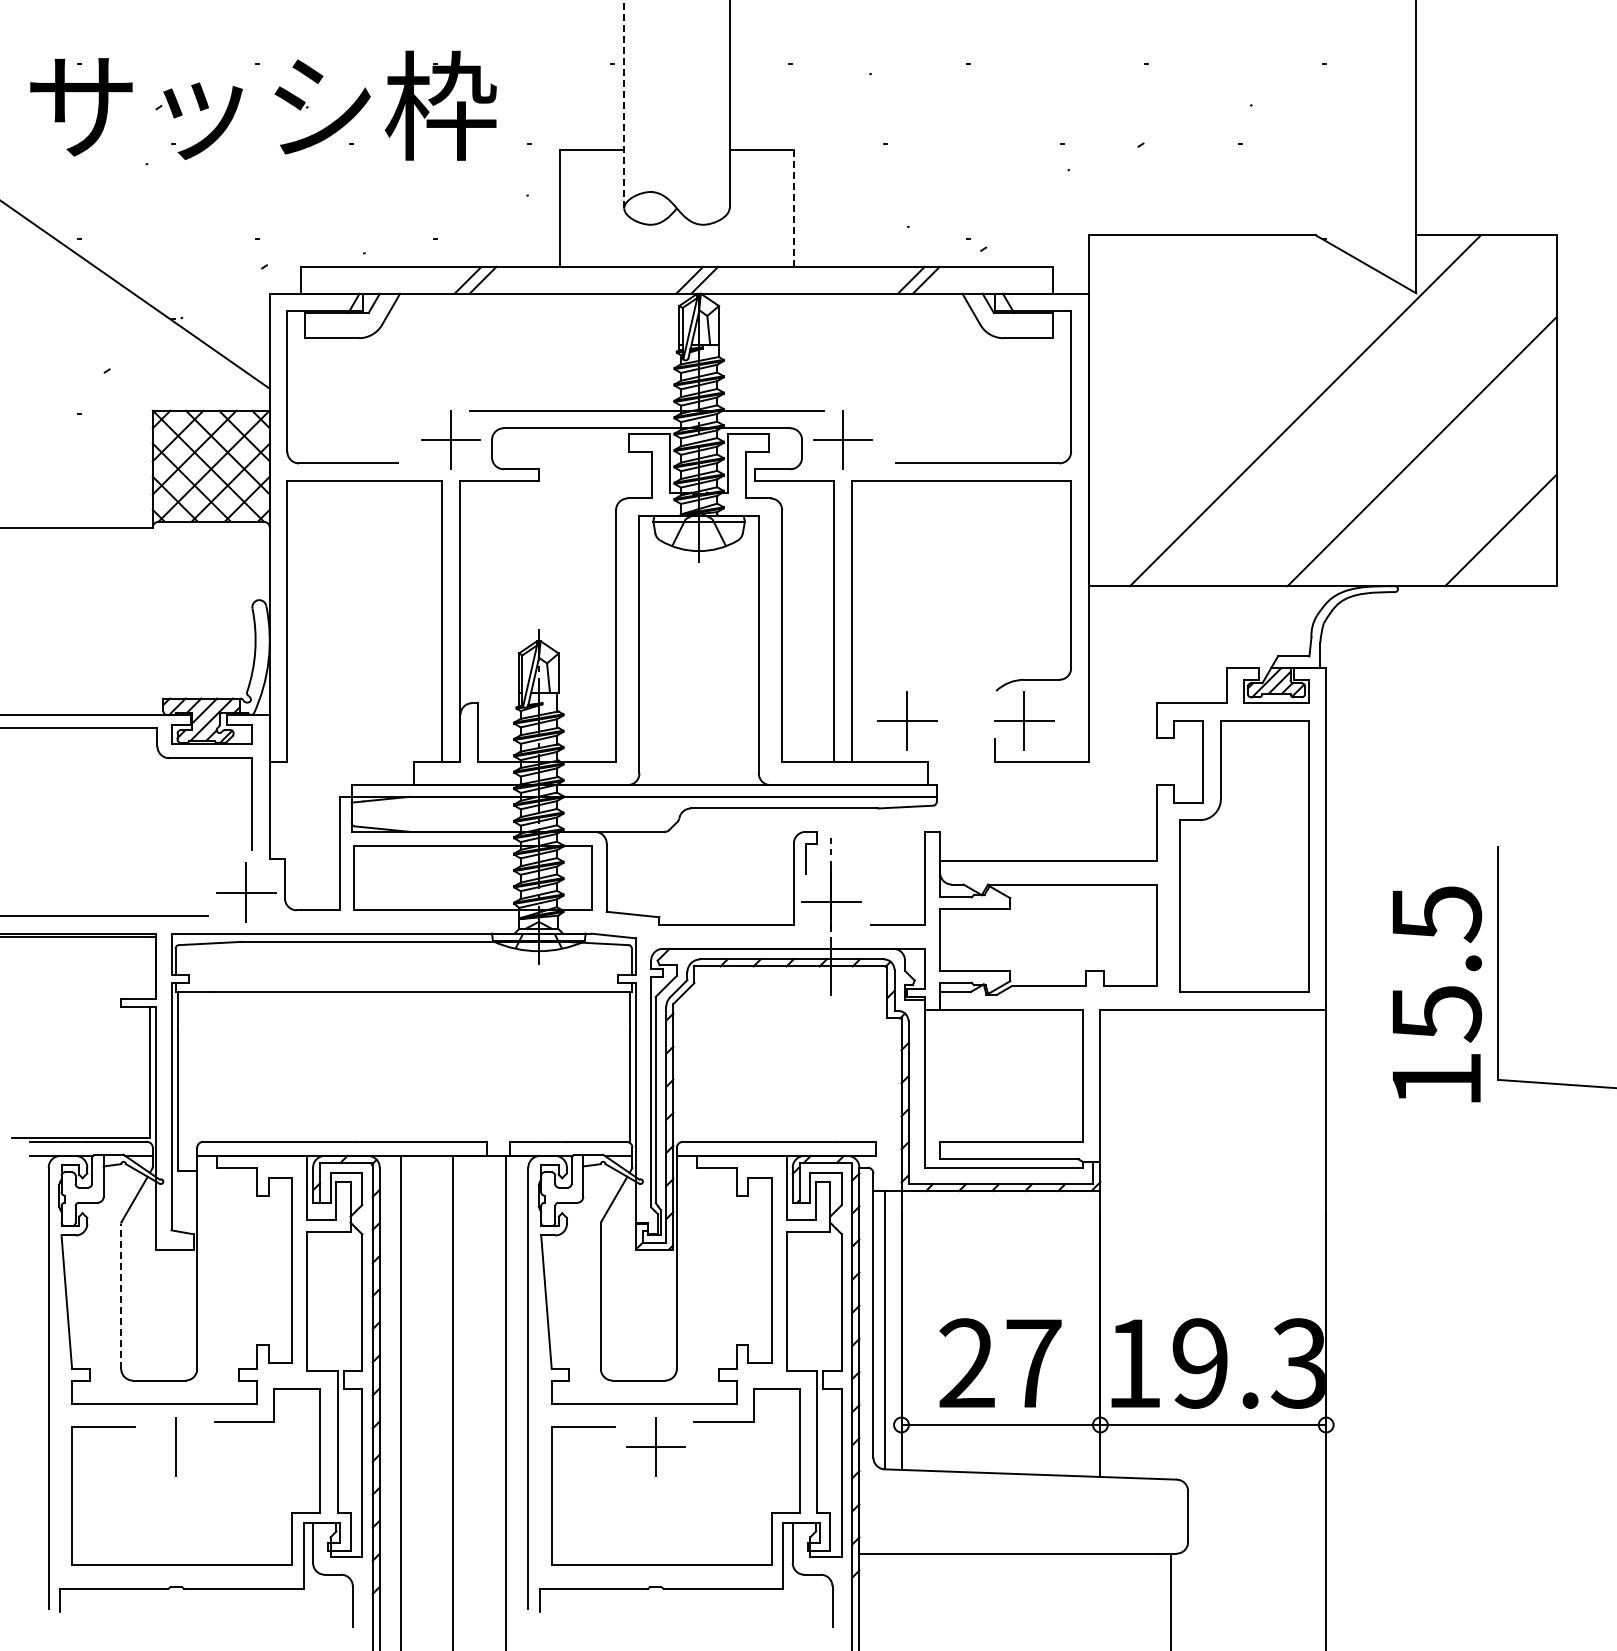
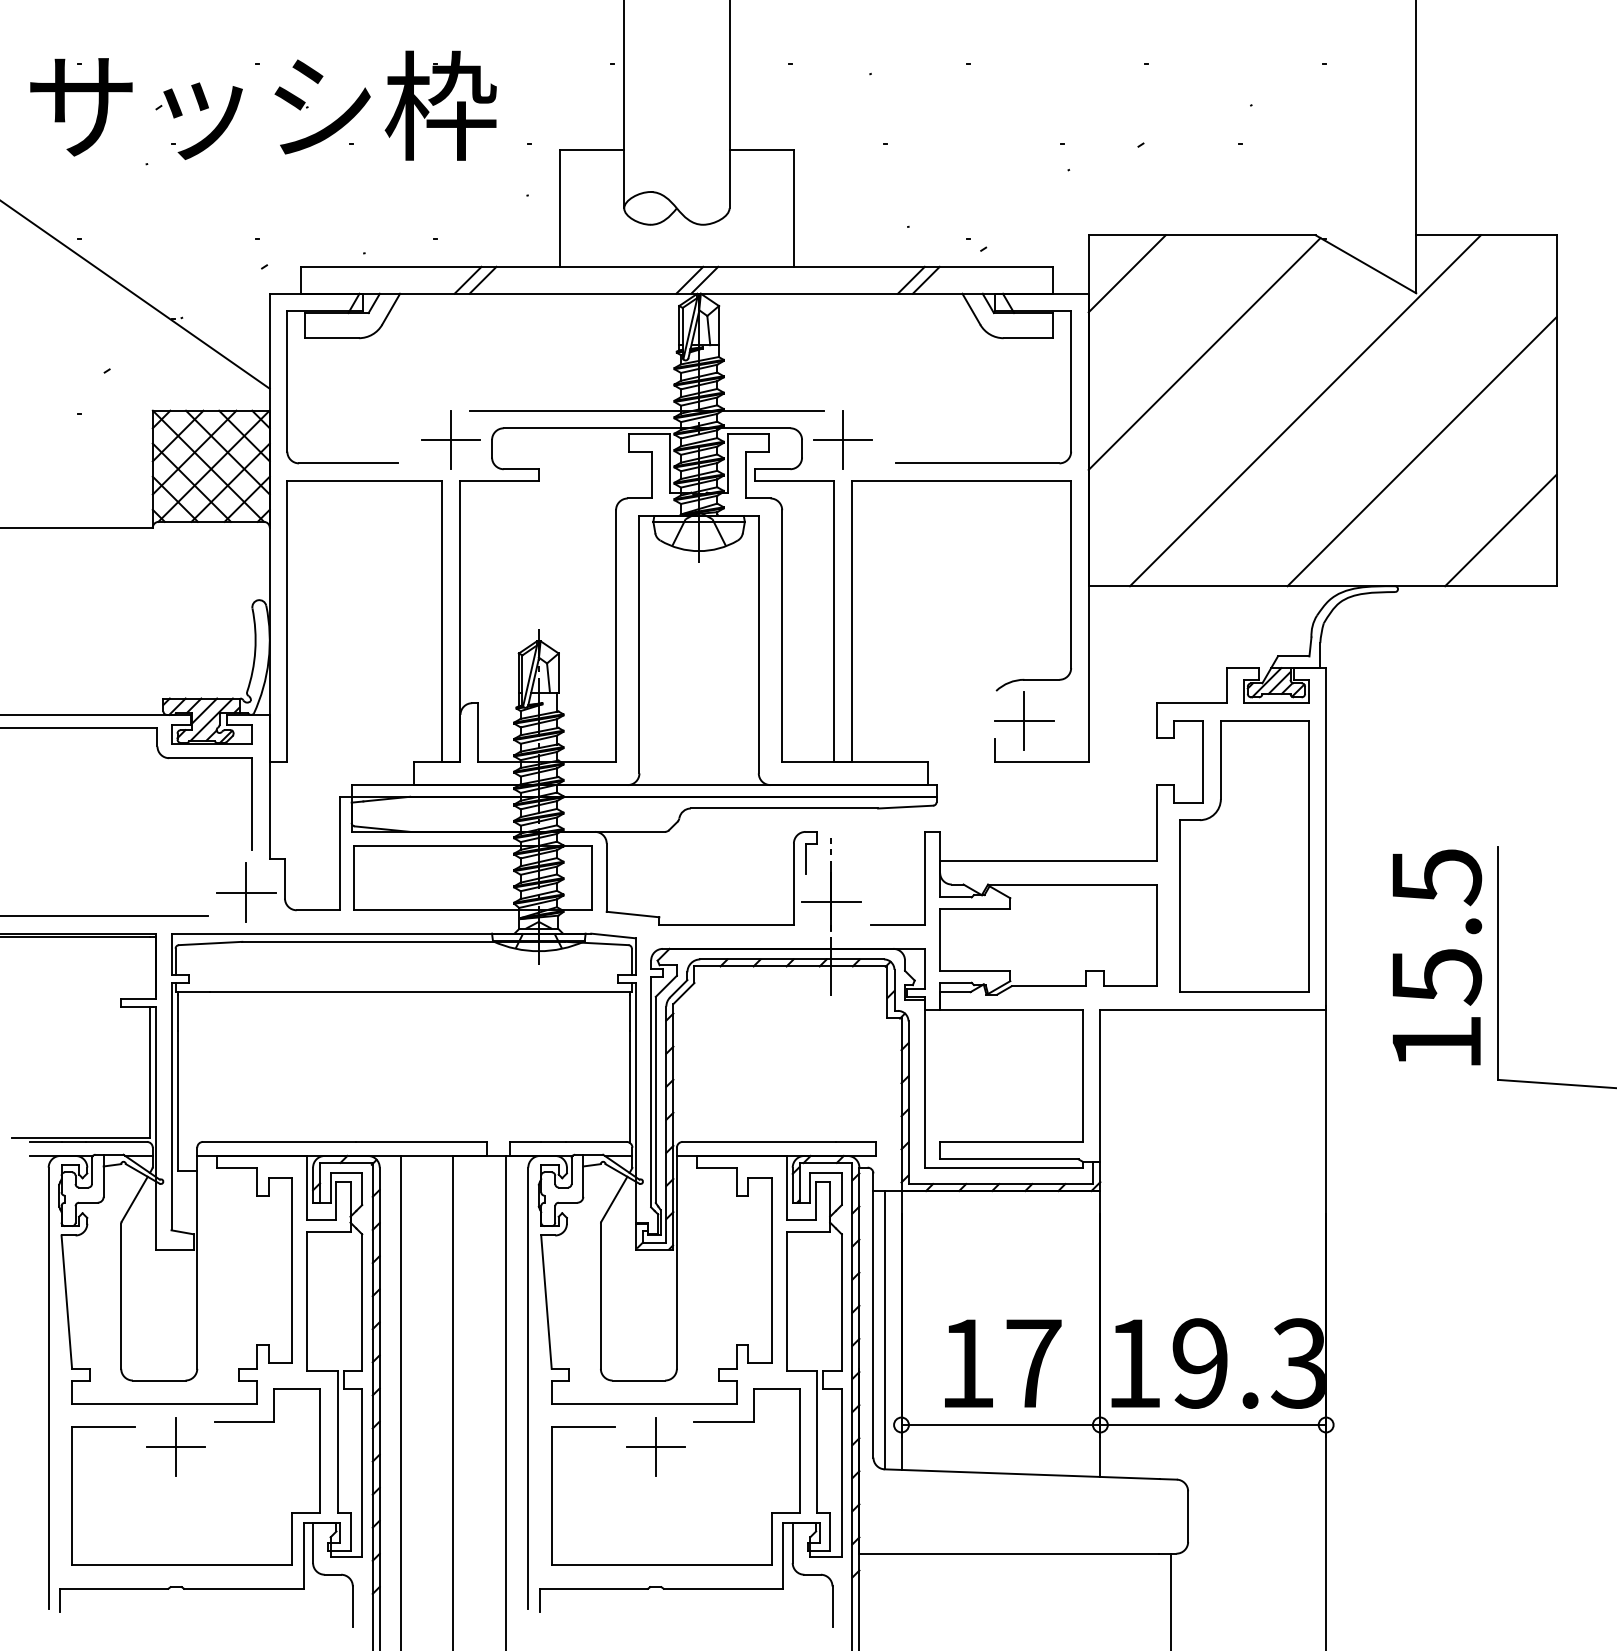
line at (624, 104): dashed -> solid
line at (793, 208): dashed -> solid
line at (1126, 273): none -> present
line at (1204, 353): none -> present
part at (907, 720): present -> none
text at (1437, 994) position: (1437, 994) -> (1437, 957)
line at (121, 1296): dashed -> solid
text at (966, 1362): 27 -> 17
line at (175, 1447): none -> present
